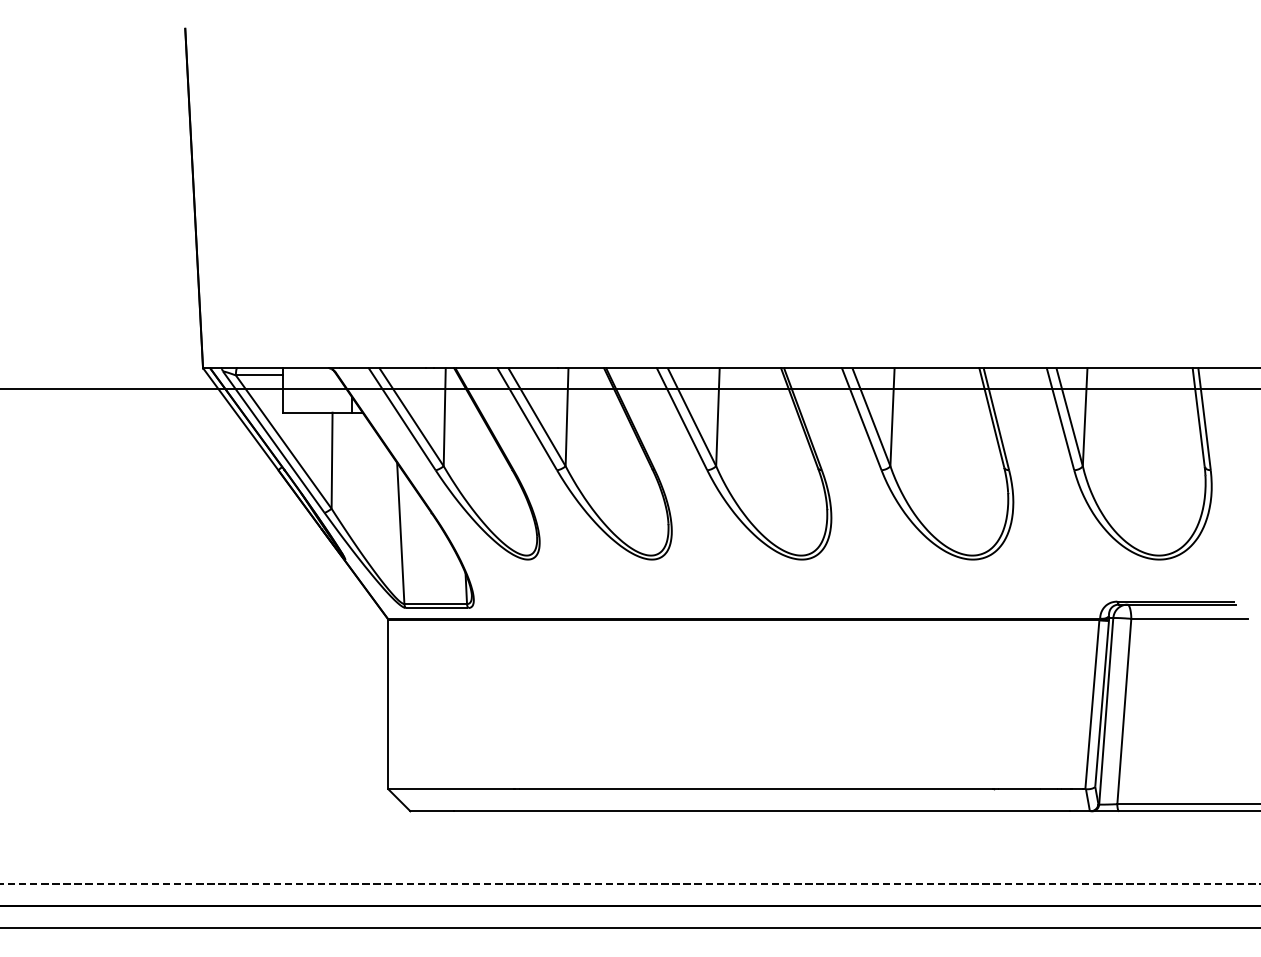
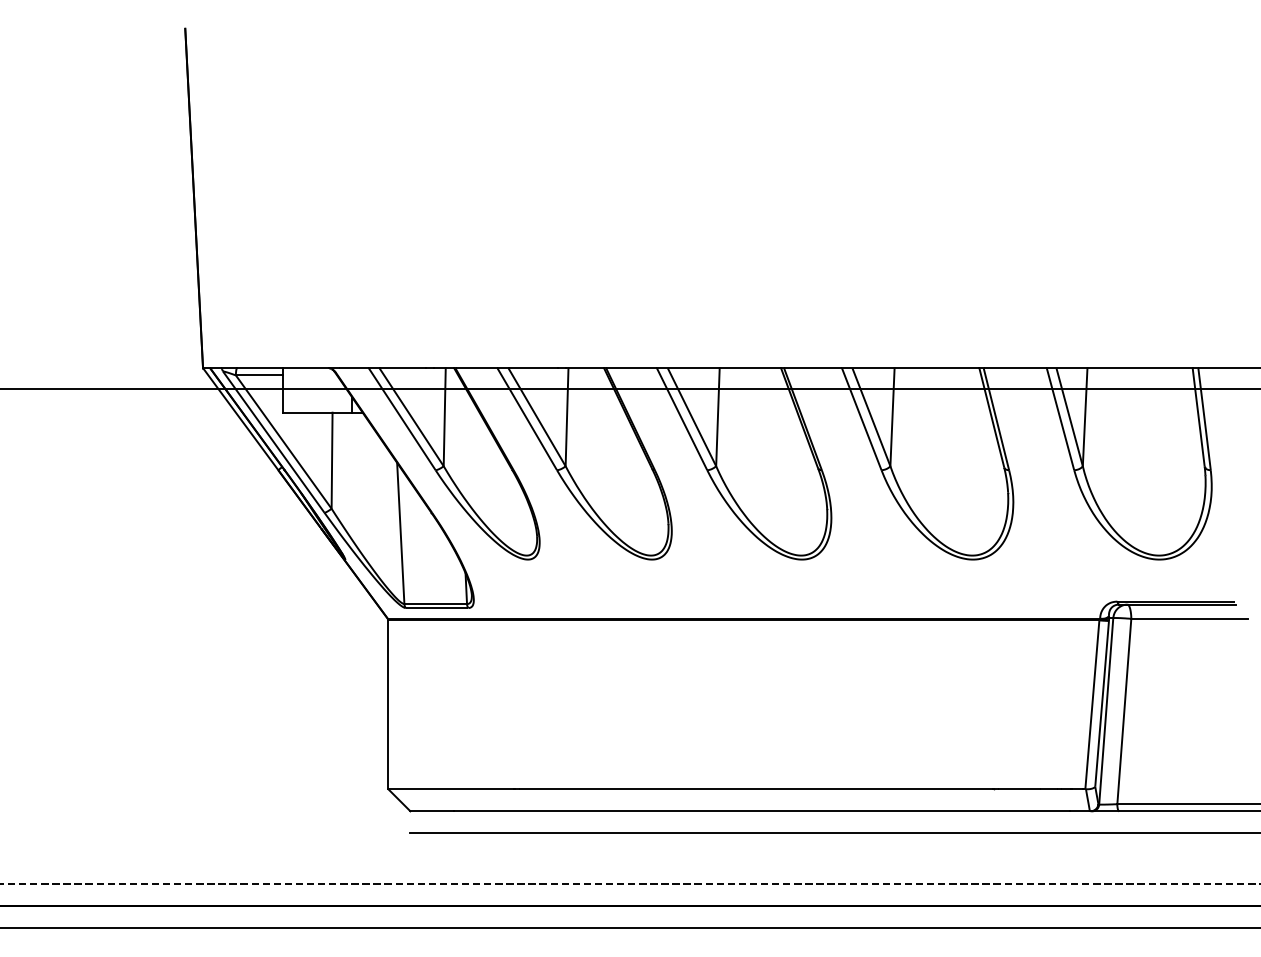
line at (833, 833): none -> present
